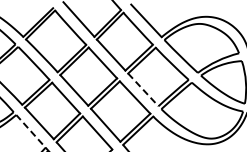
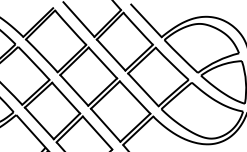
line at (143, 90): dashed -> solid
line at (32, 133): dashed -> solid
